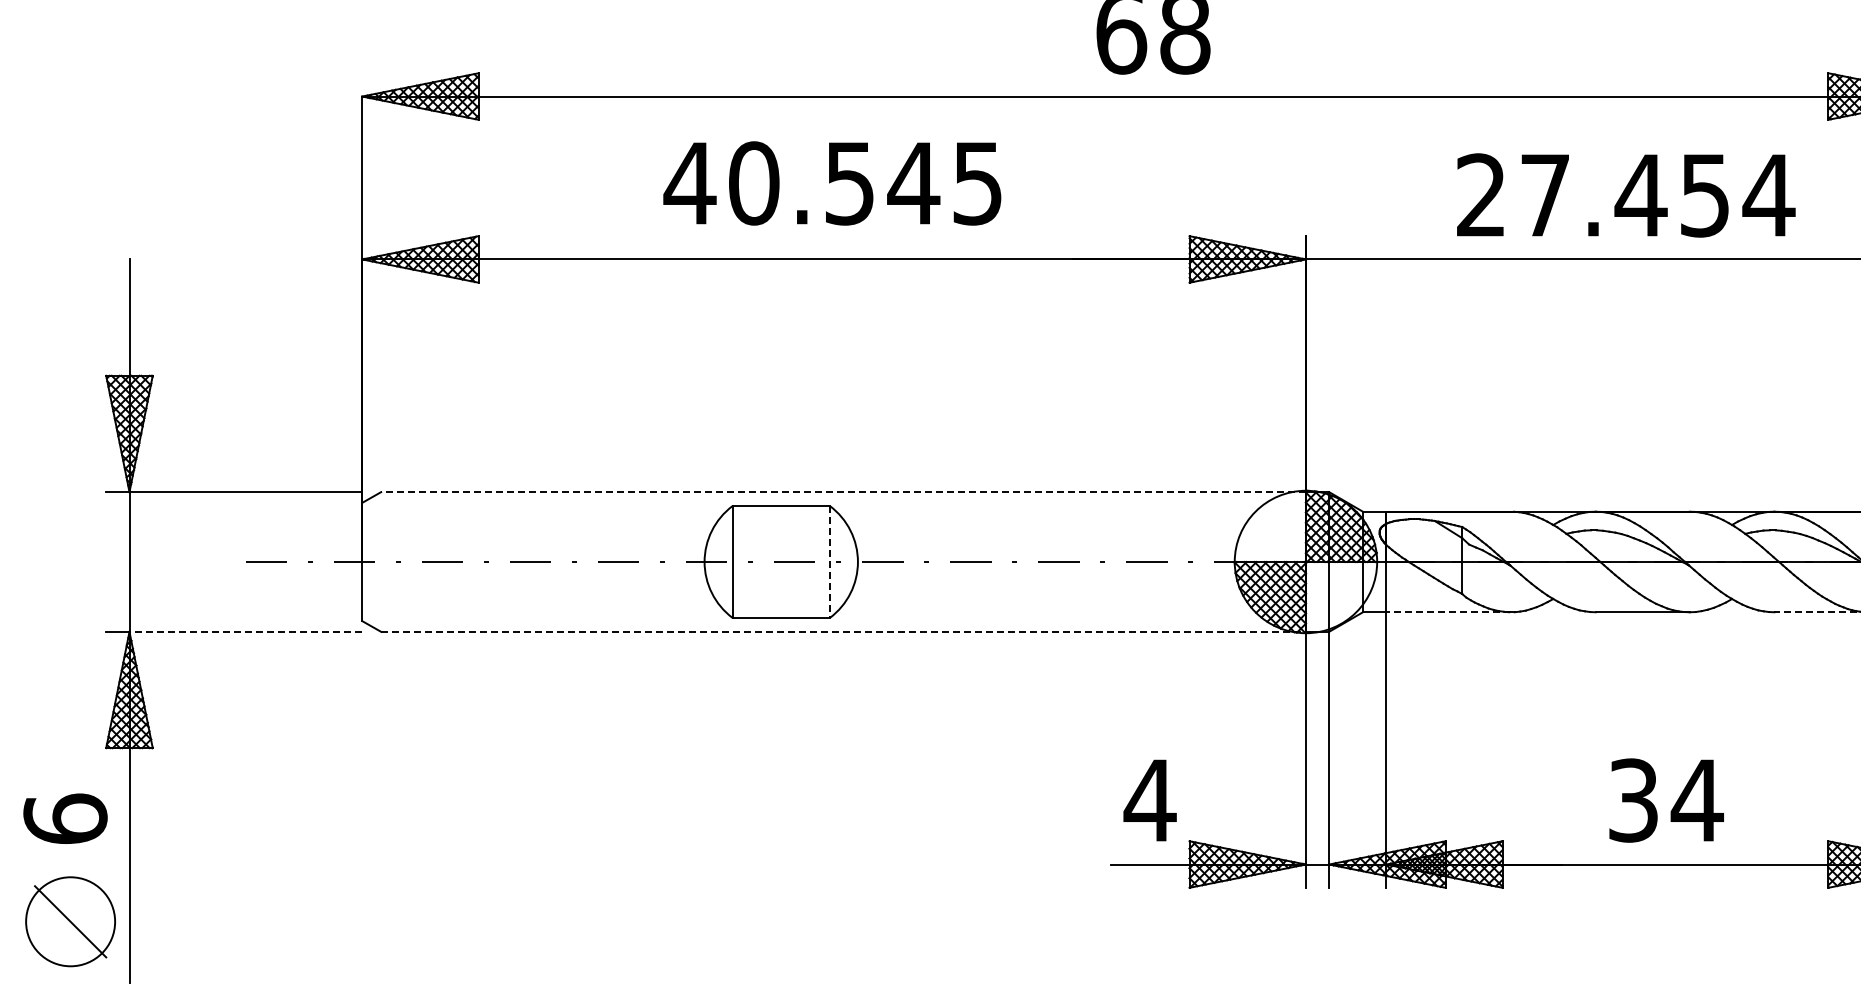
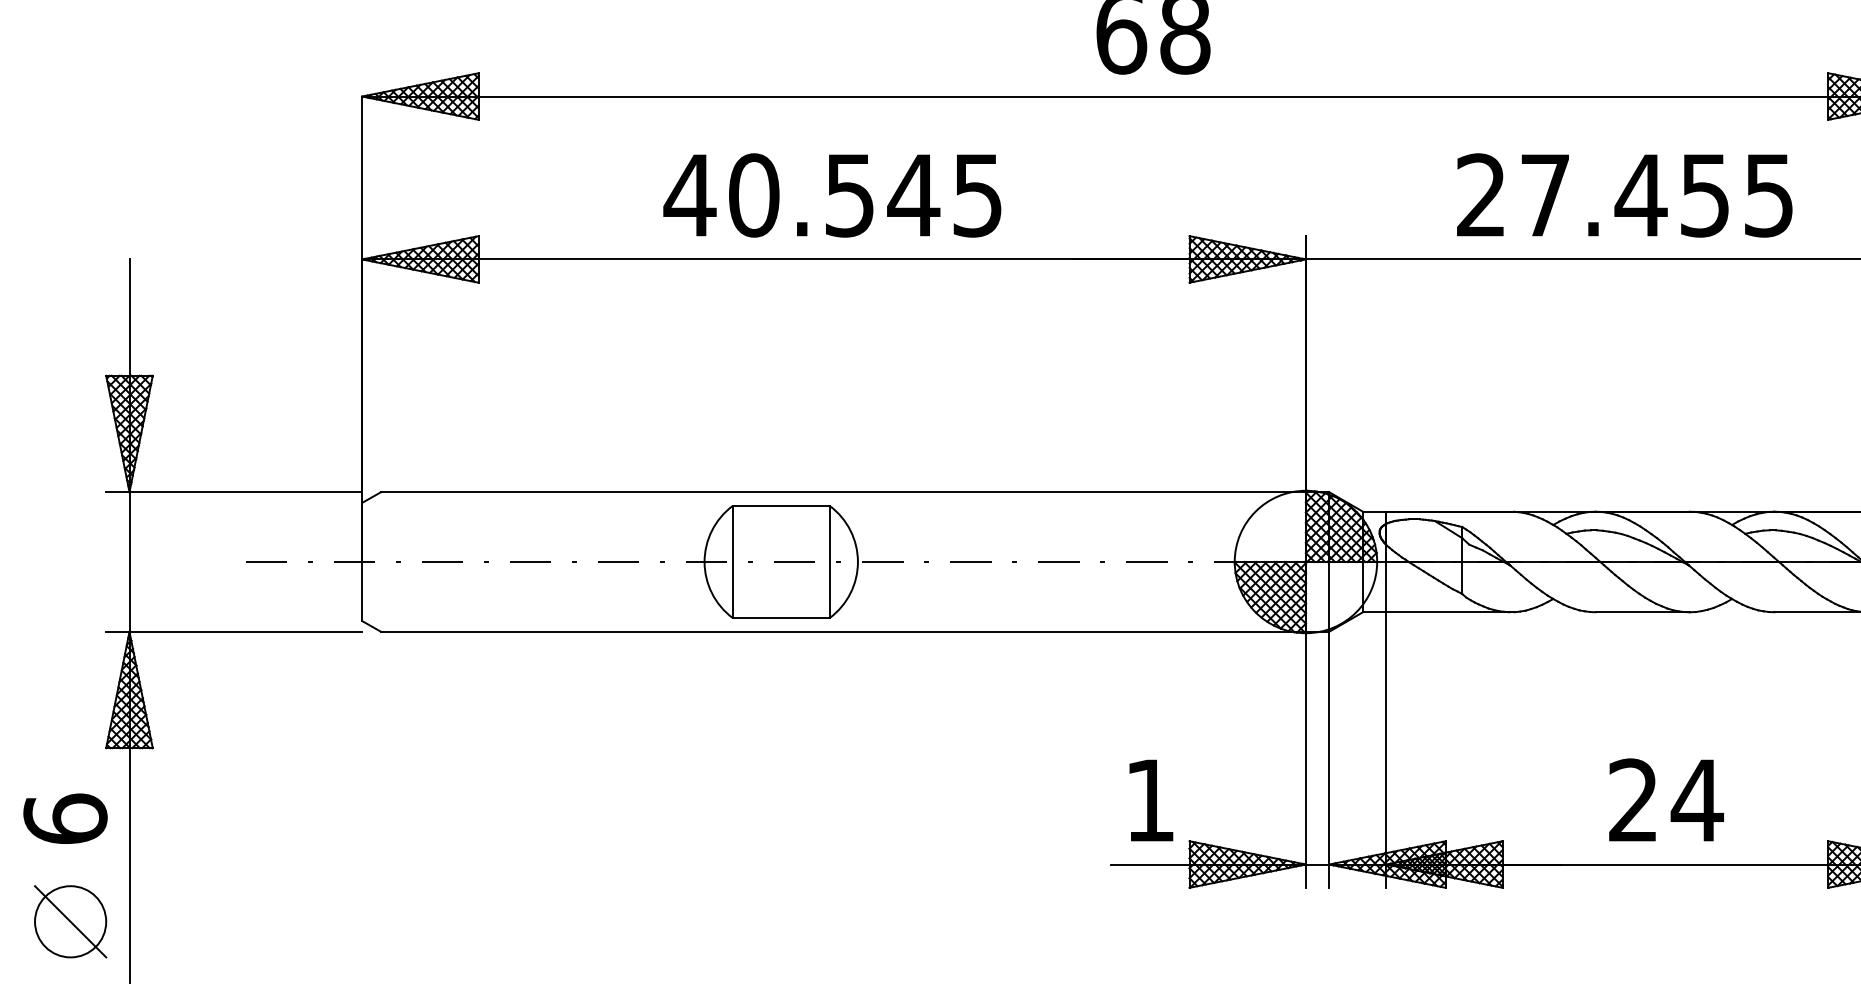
text at (832, 183) position: (832, 183) -> (832, 195)
text at (1768, 195): 27.454 -> 27.455
line at (843, 492): dashed -> solid
line at (830, 562): dashed -> solid
line at (1448, 612): dashed -> solid
line at (1816, 612): dashed -> solid
line at (245, 631): dashed -> solid
line at (844, 631): dashed -> solid
text at (1149, 800): 4 -> 1
text at (1633, 800): 34 -> 24
circle at (70, 921) diameter: 89 px -> 71 px
